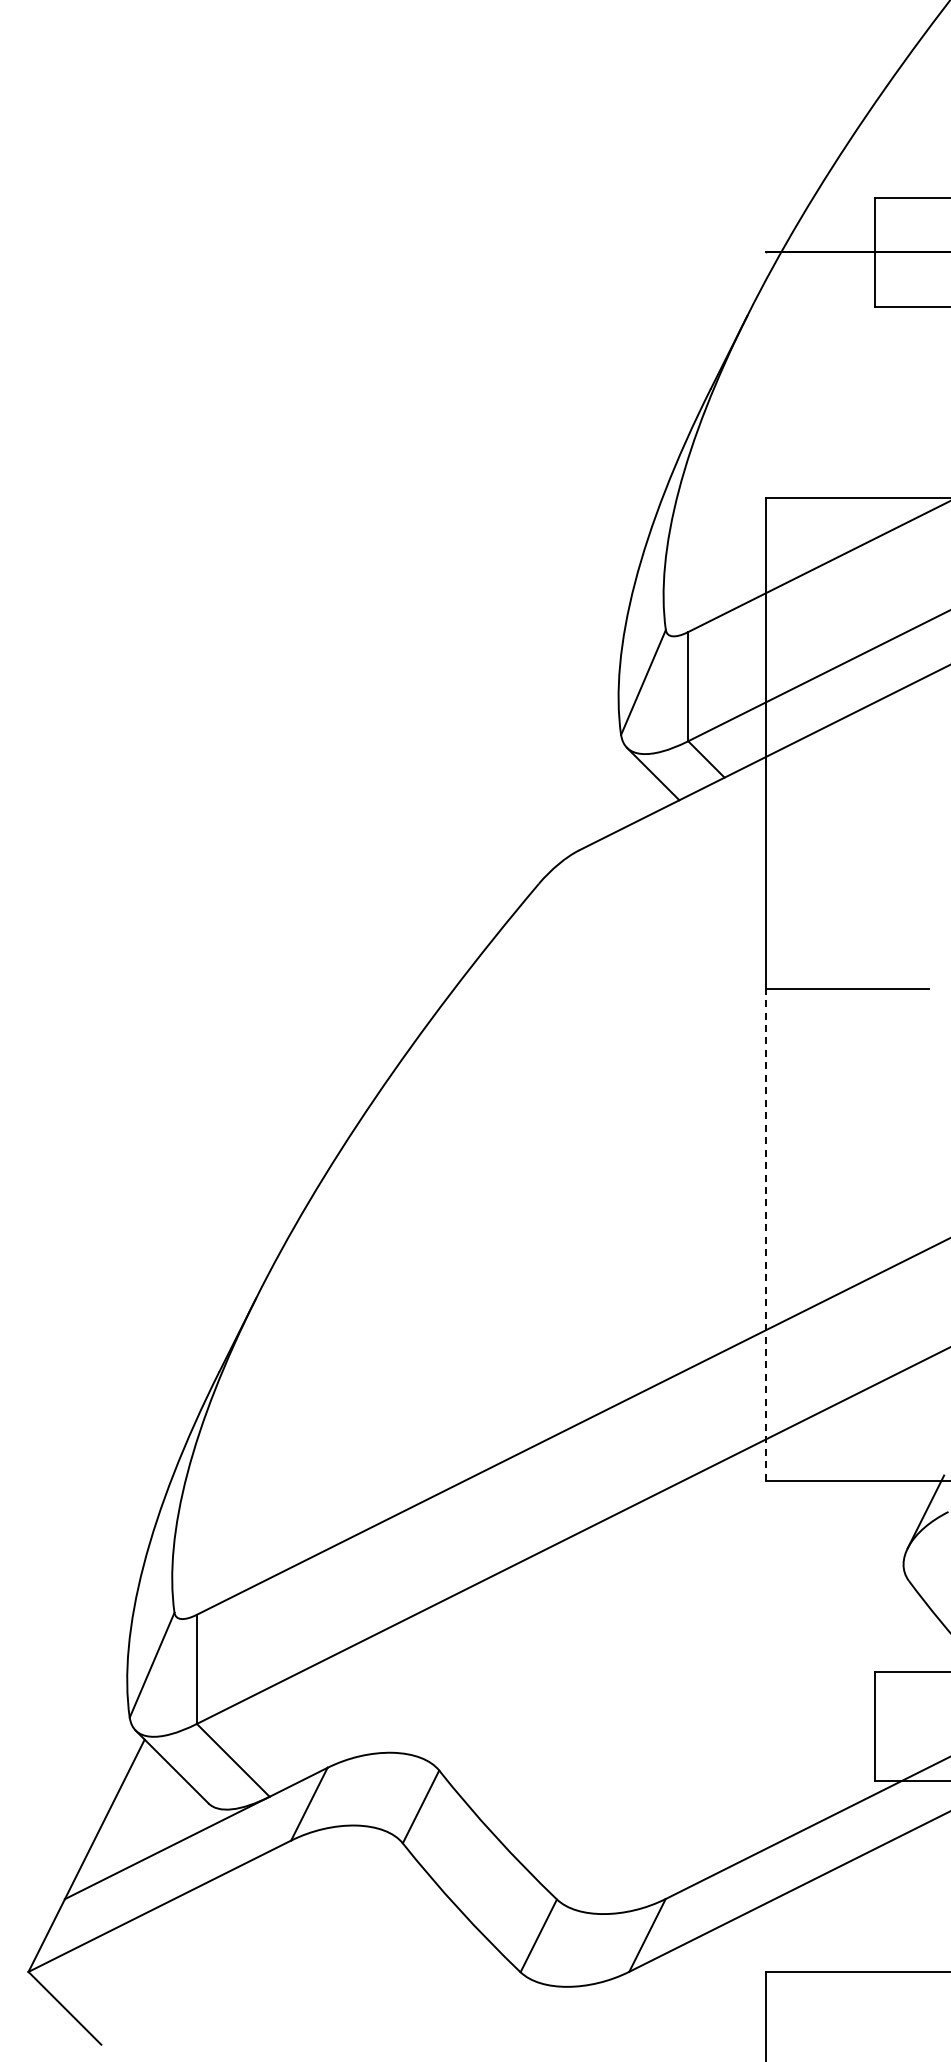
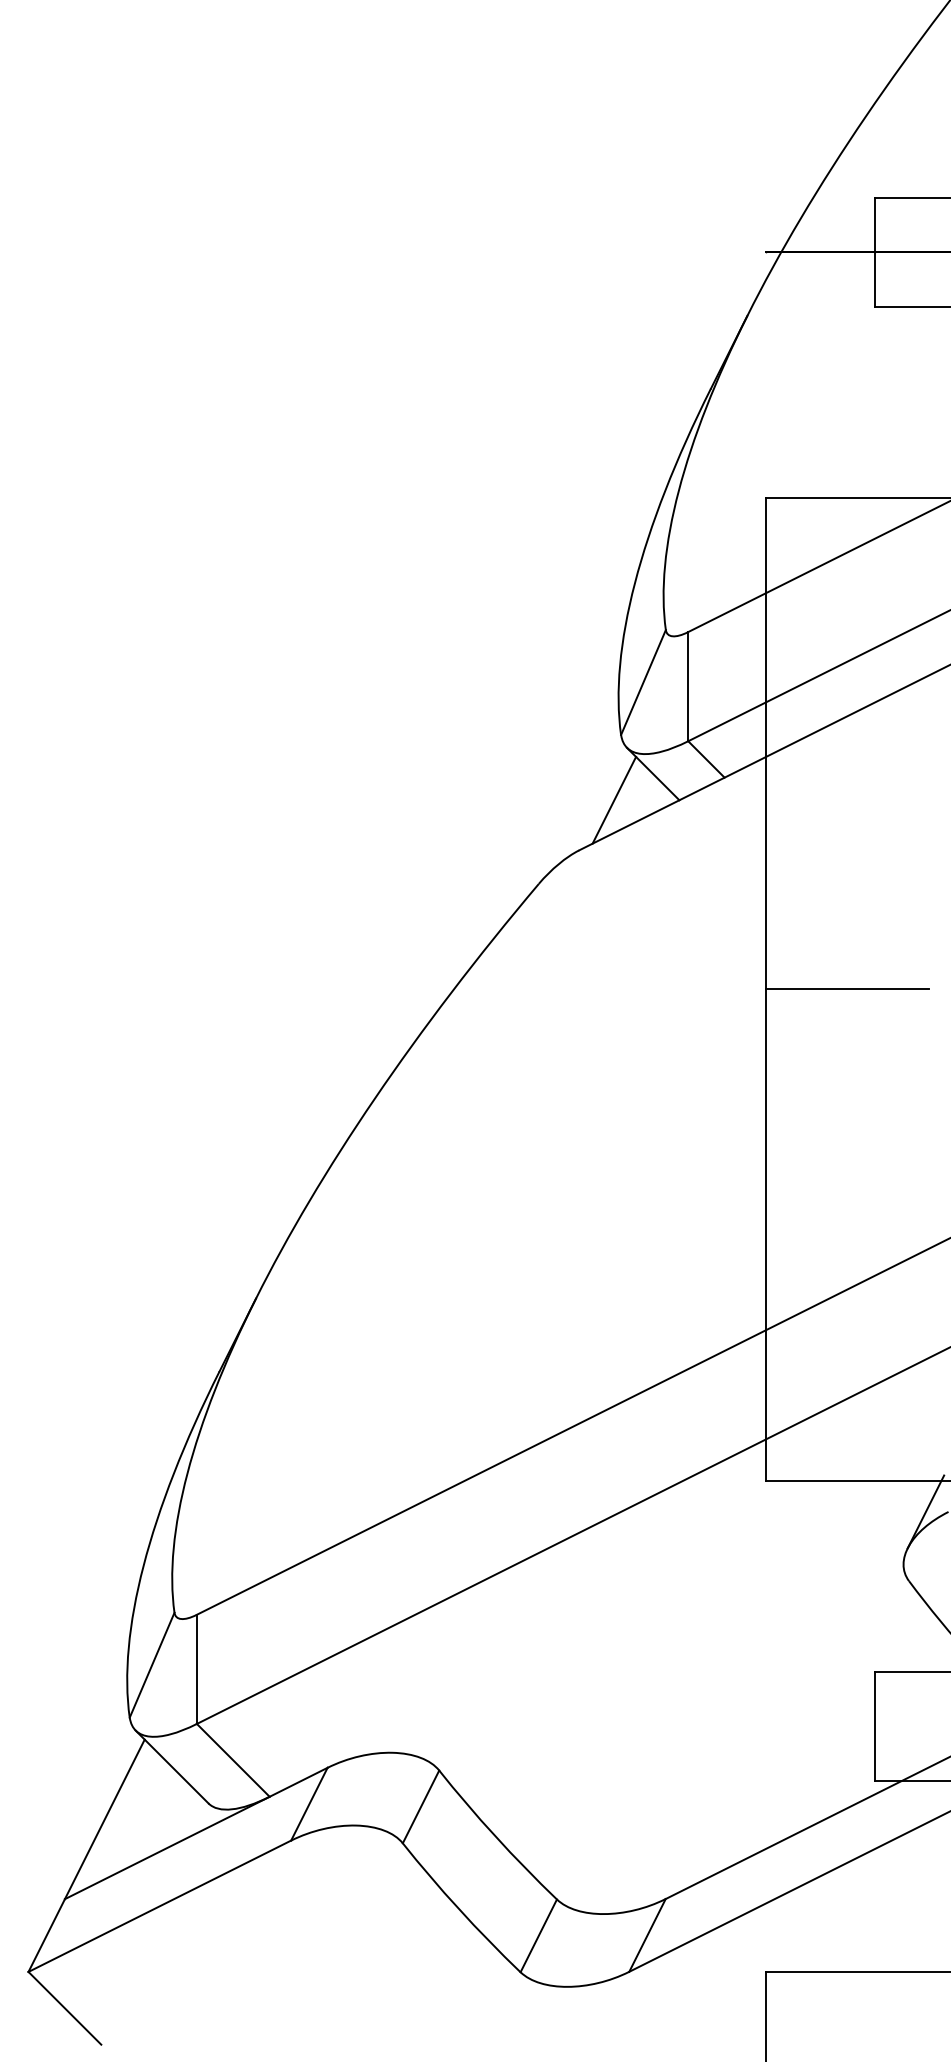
line at (614, 799): none -> present
line at (765, 1234): dashed -> solid
